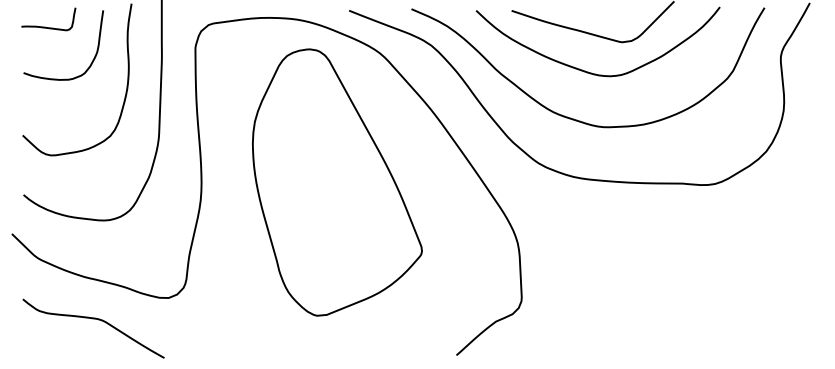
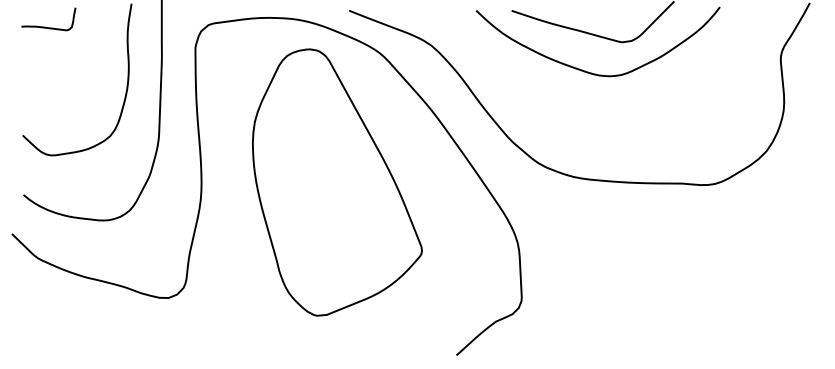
curve at (92, 59): present -> none
curve at (570, 117): present -> none
curve at (93, 319): present -> none
